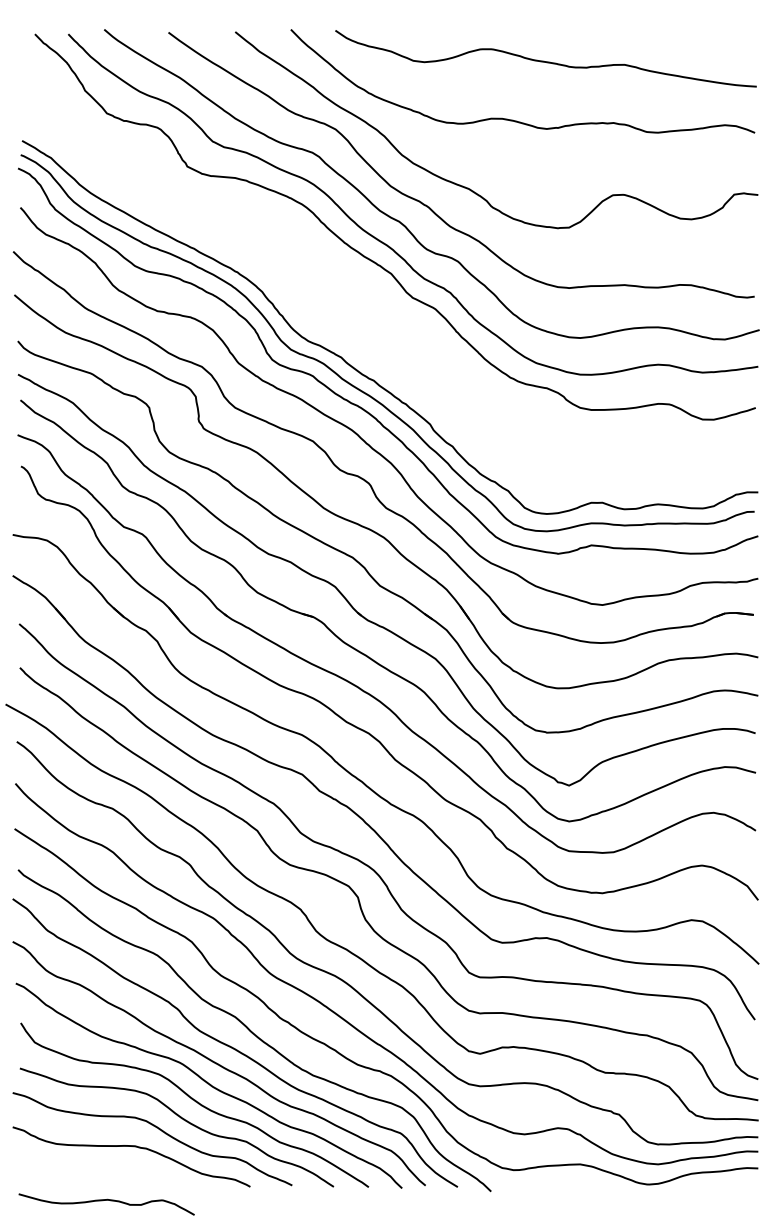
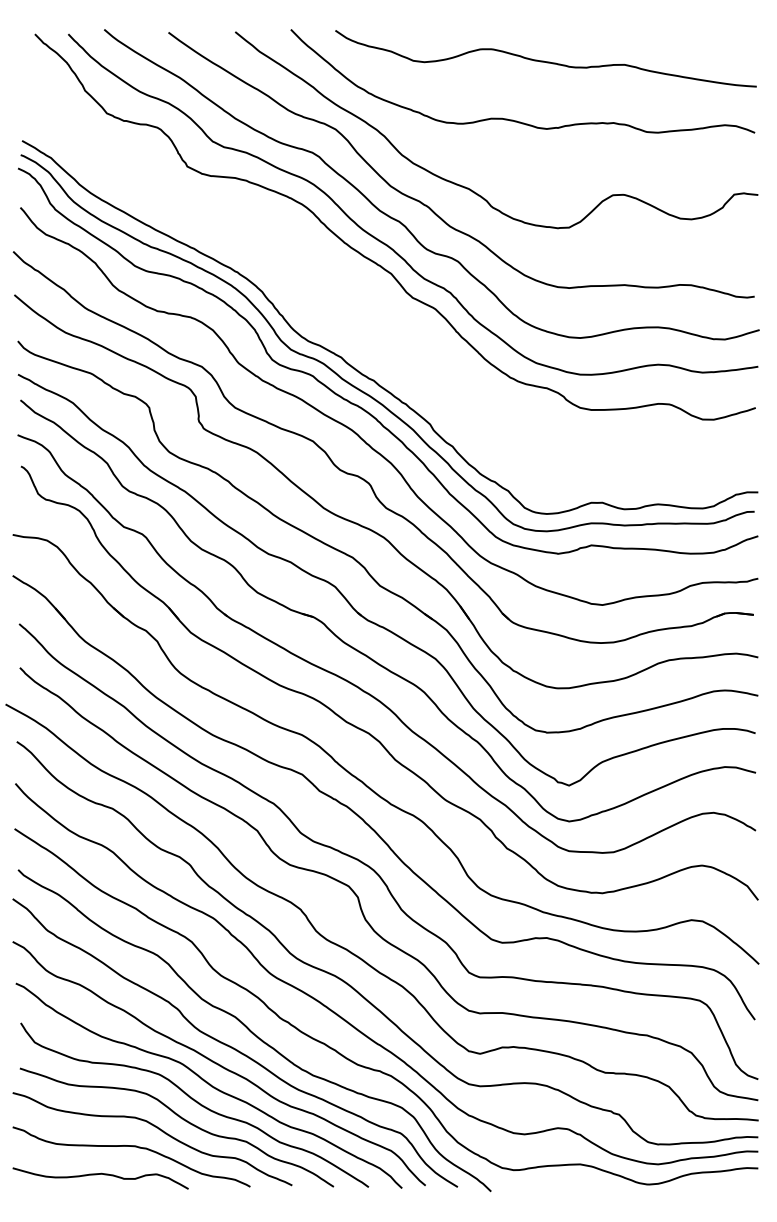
curve at (106, 1200) position: (106, 1200) -> (100, 1174)
